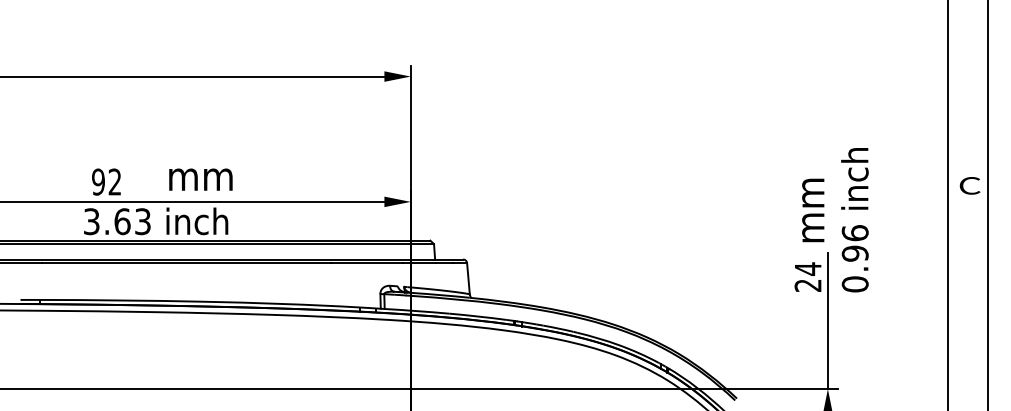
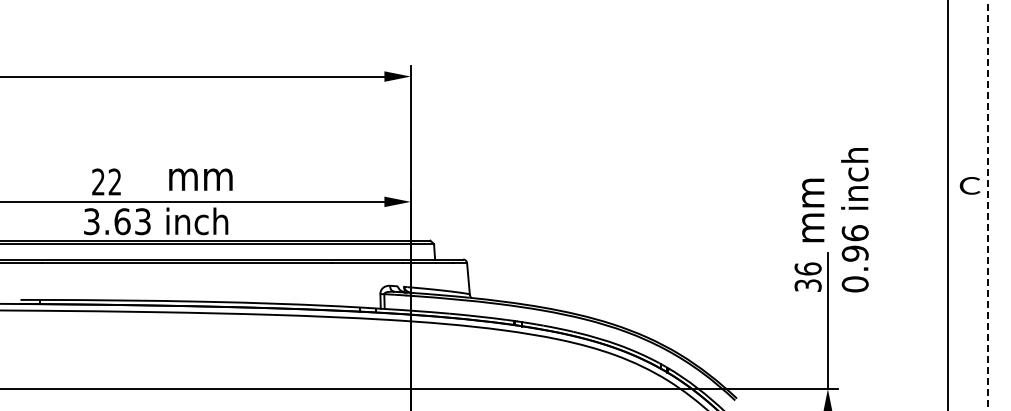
text at (98, 181): 92 -> 22
line at (987, 205): solid -> dashed
text at (807, 276): 24 -> 36
